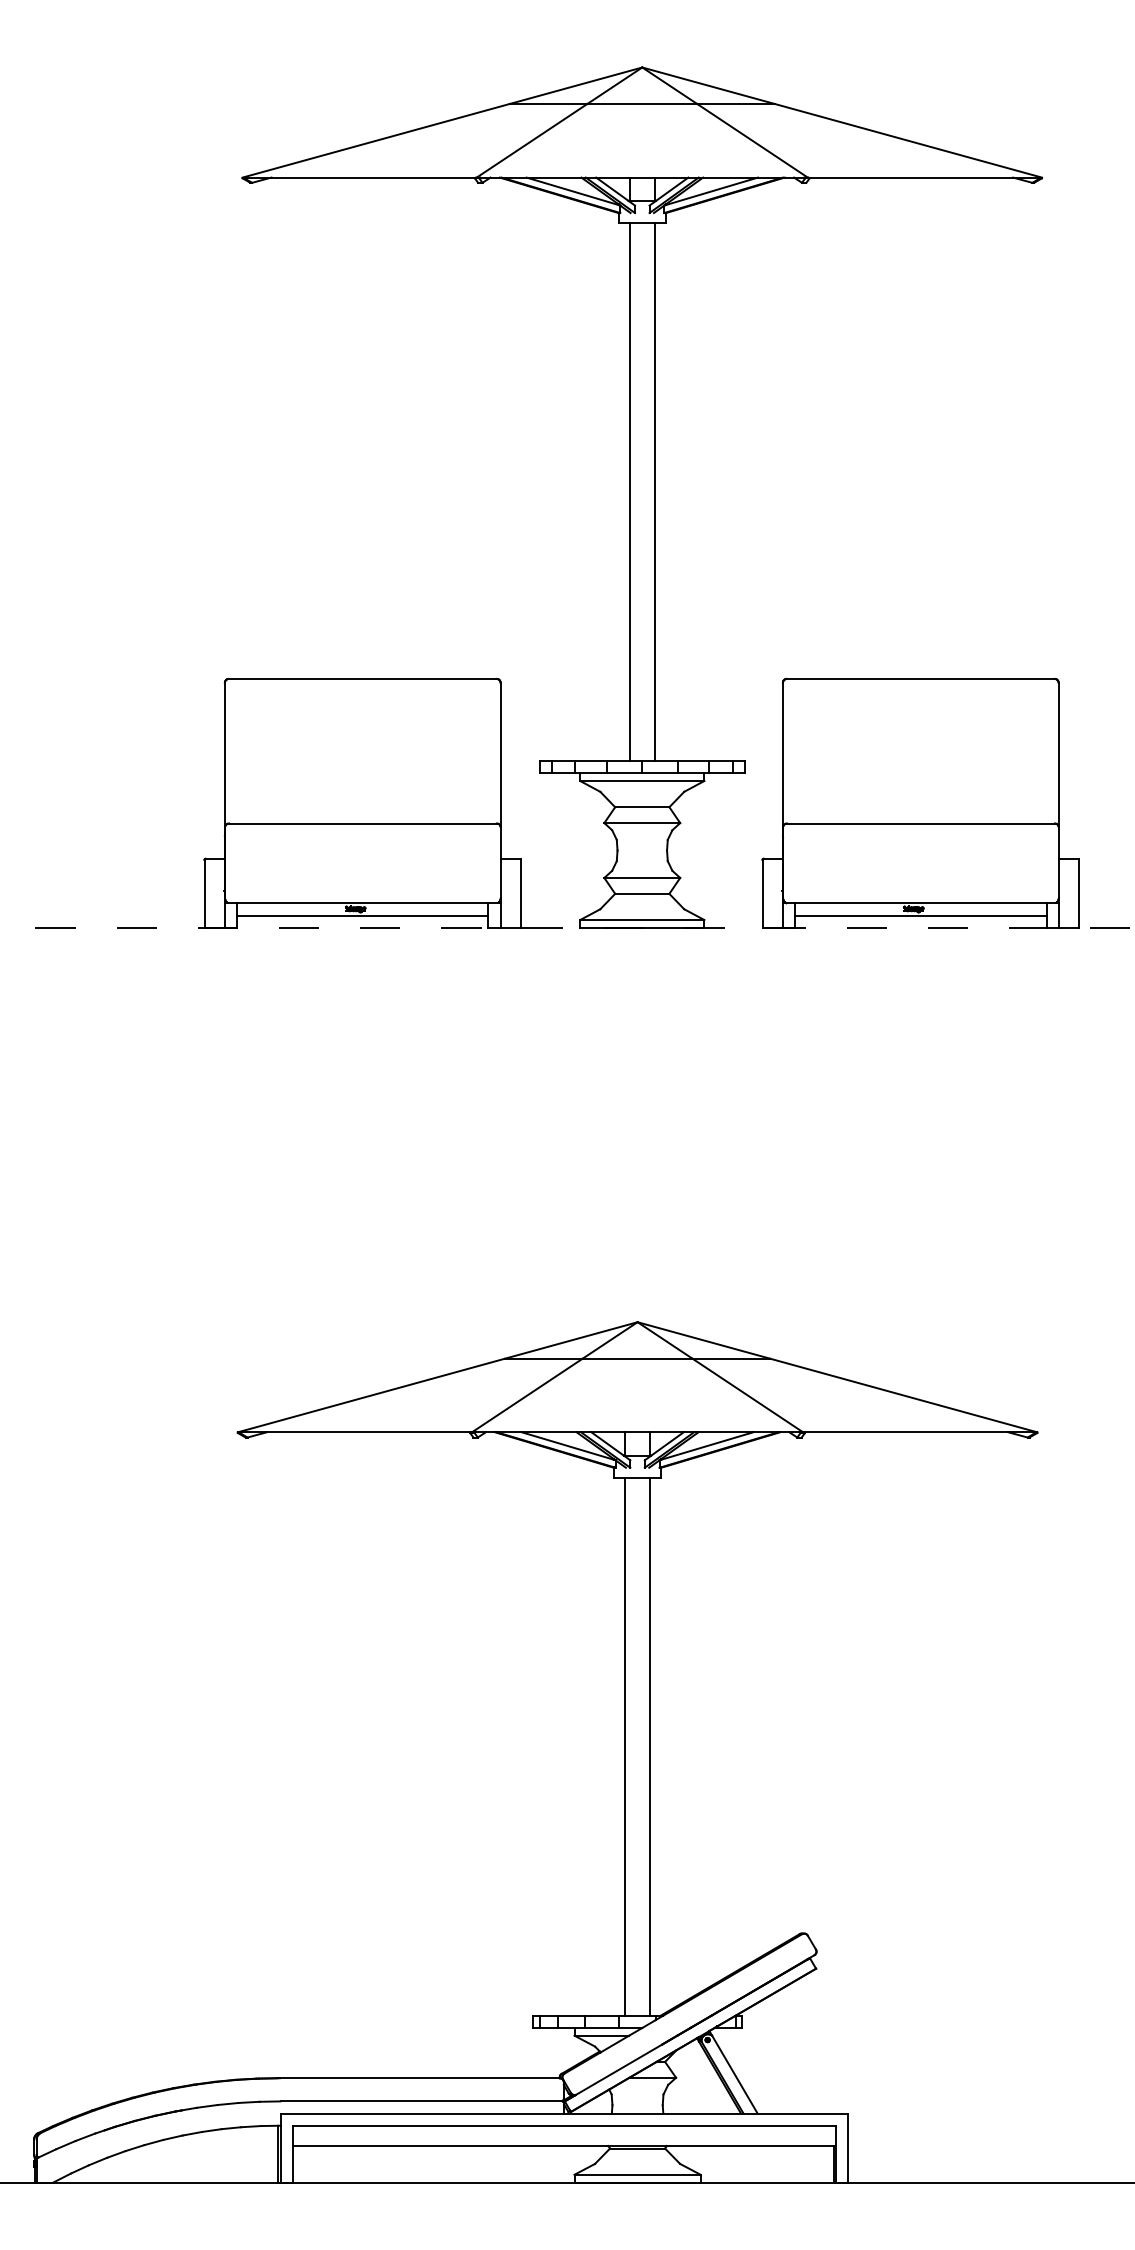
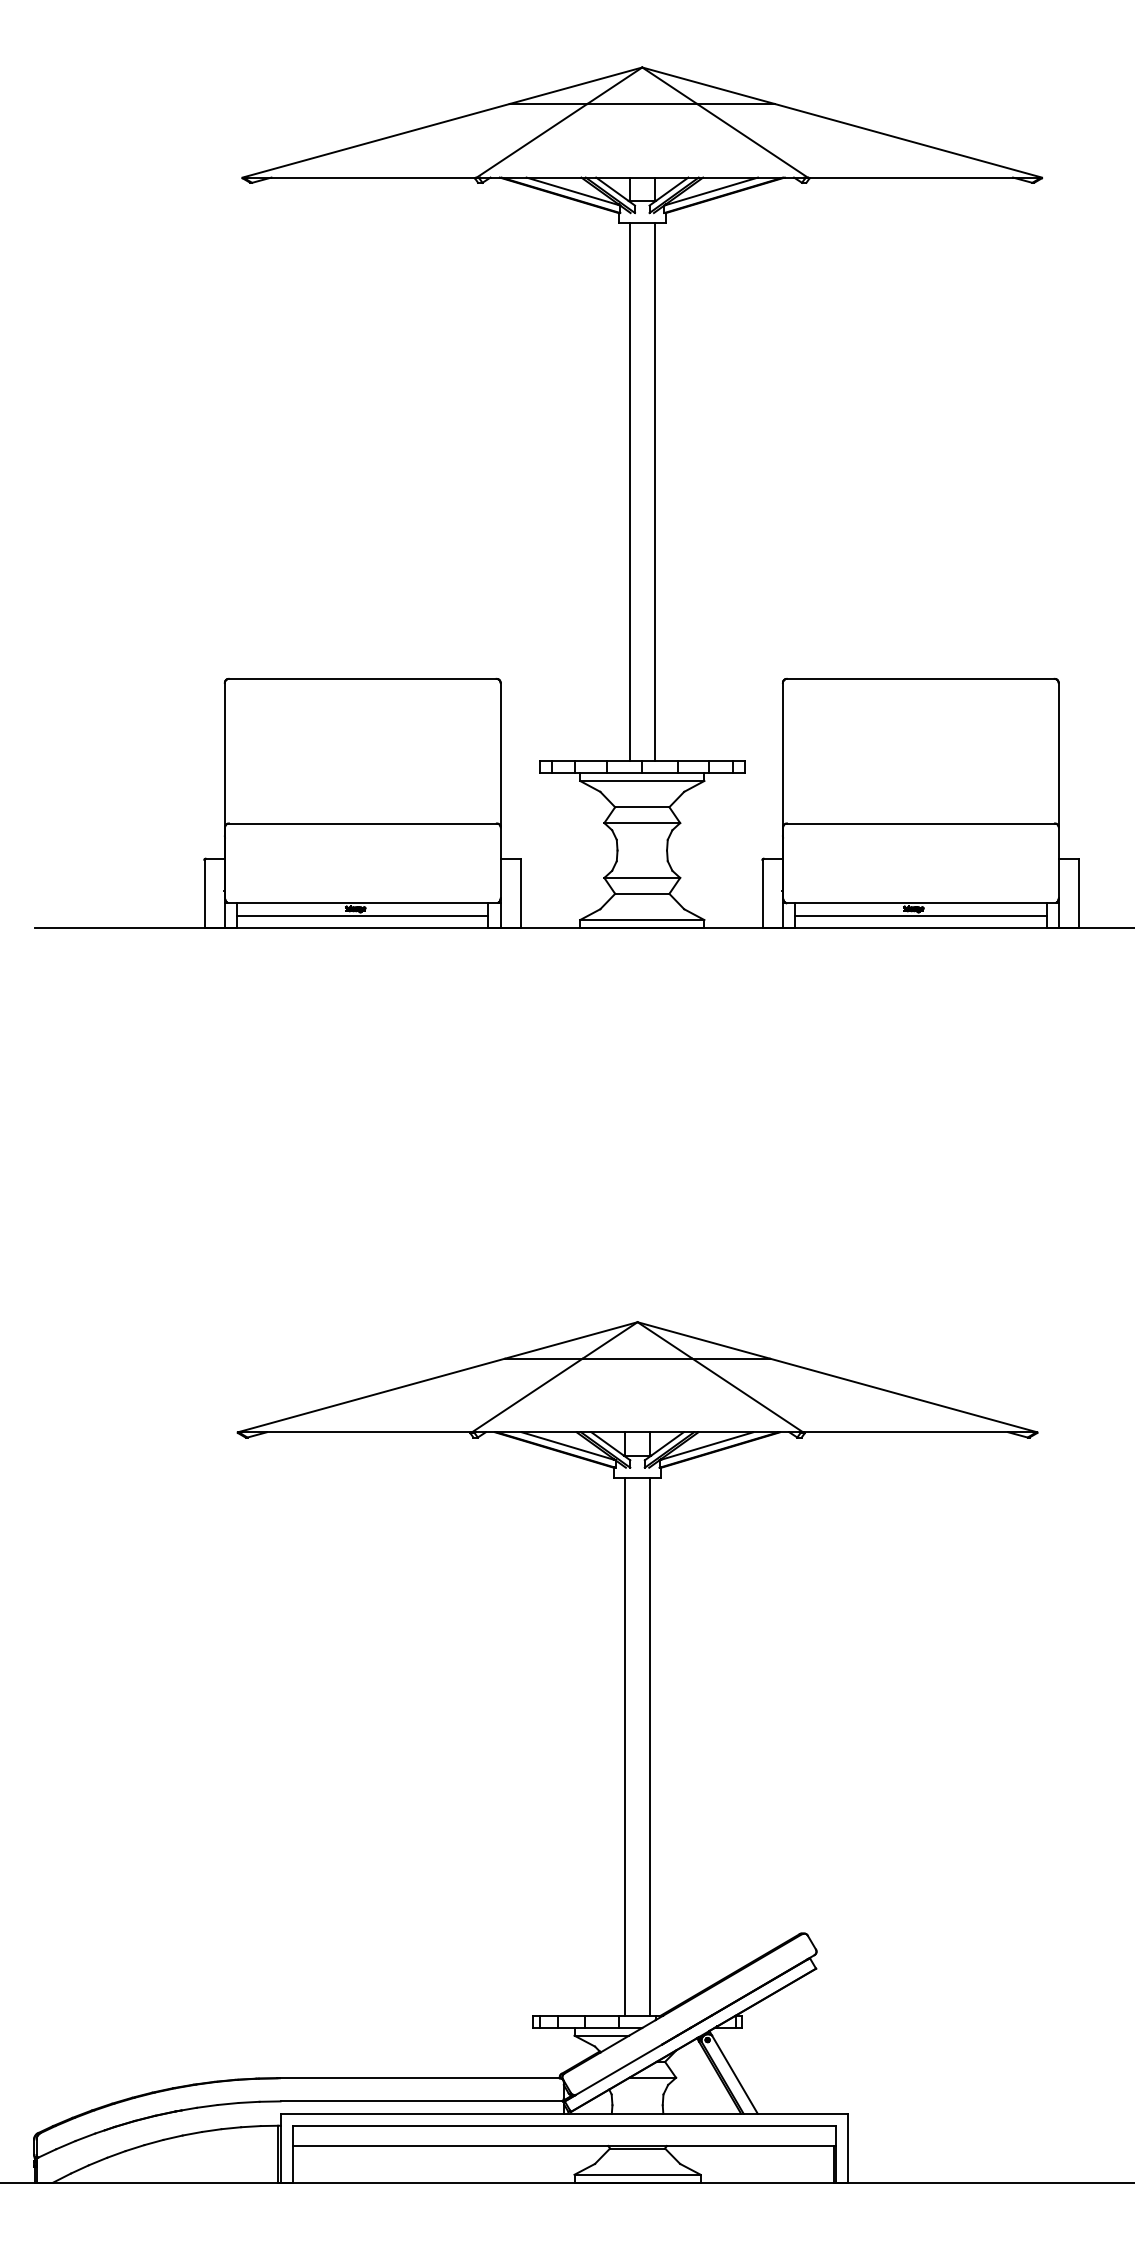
line at (585, 927): dashed -> solid
